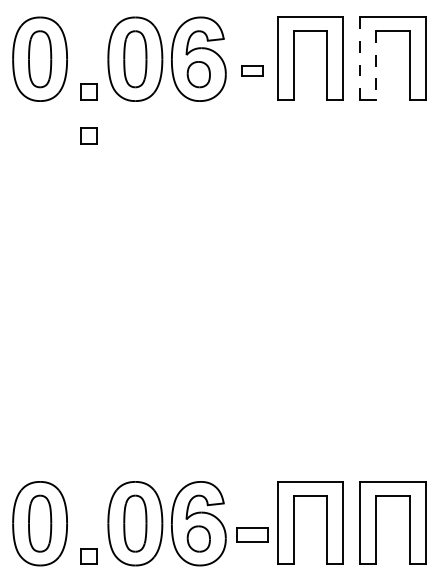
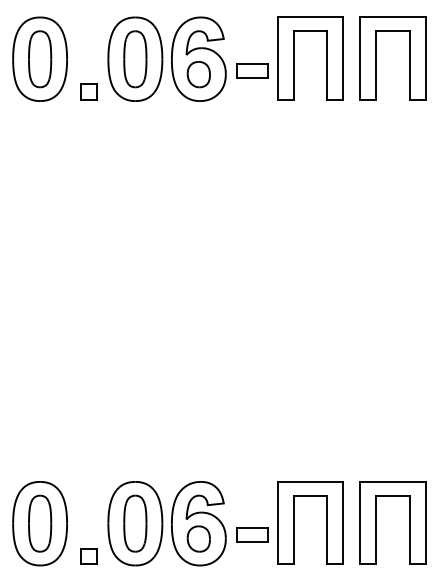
line at (360, 58): dashed -> solid
line at (376, 66): dashed -> solid
part at (252, 70) size: 23x12 px -> 33x16 px
part at (88, 135): present -> none
